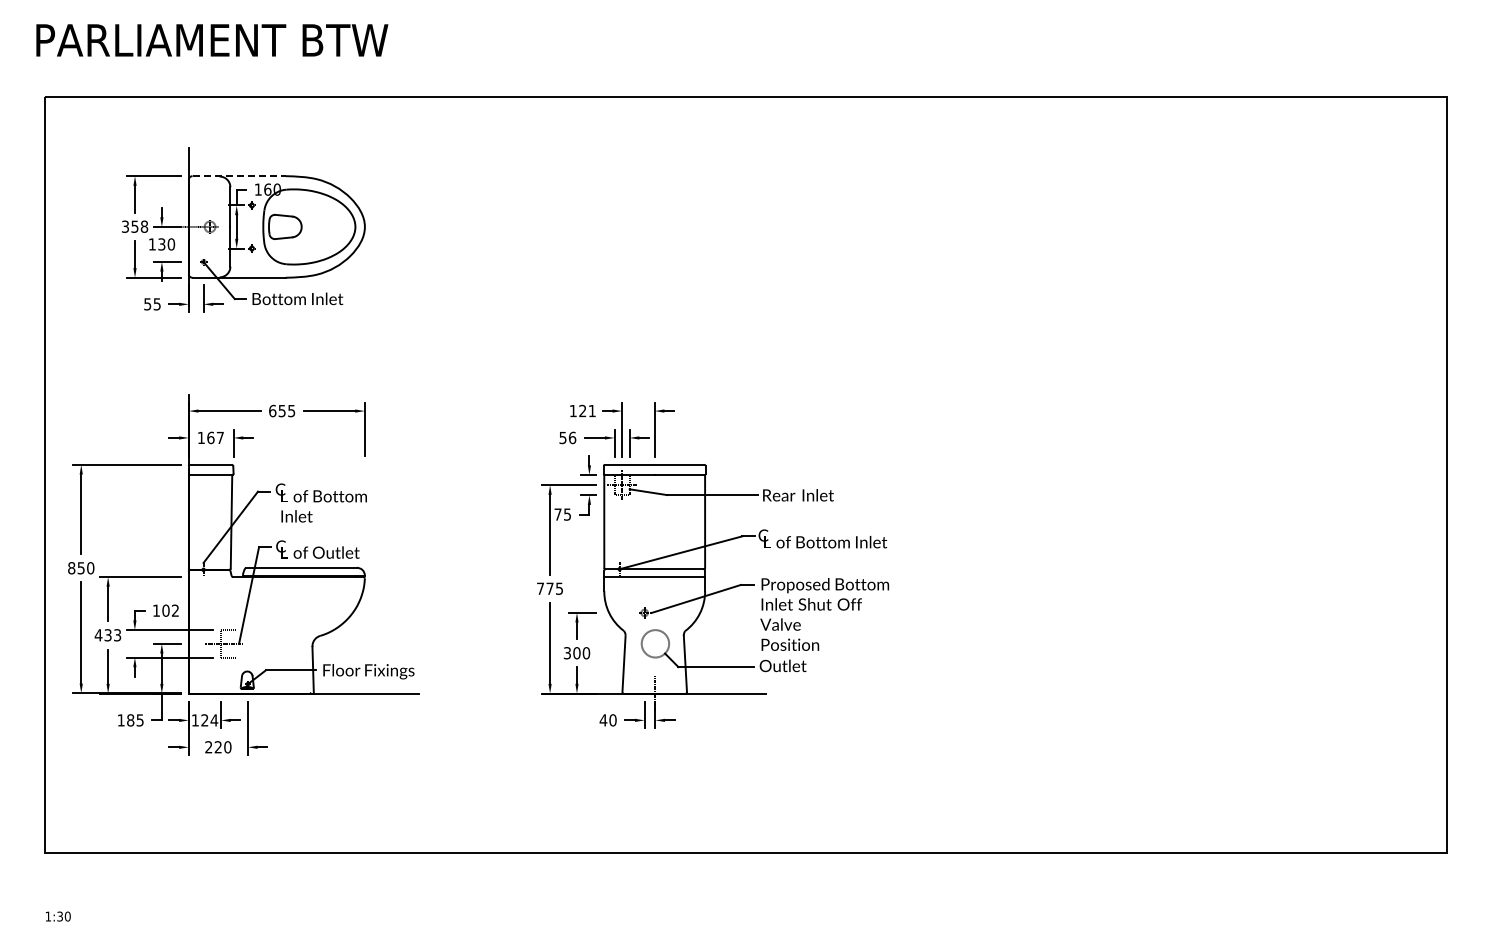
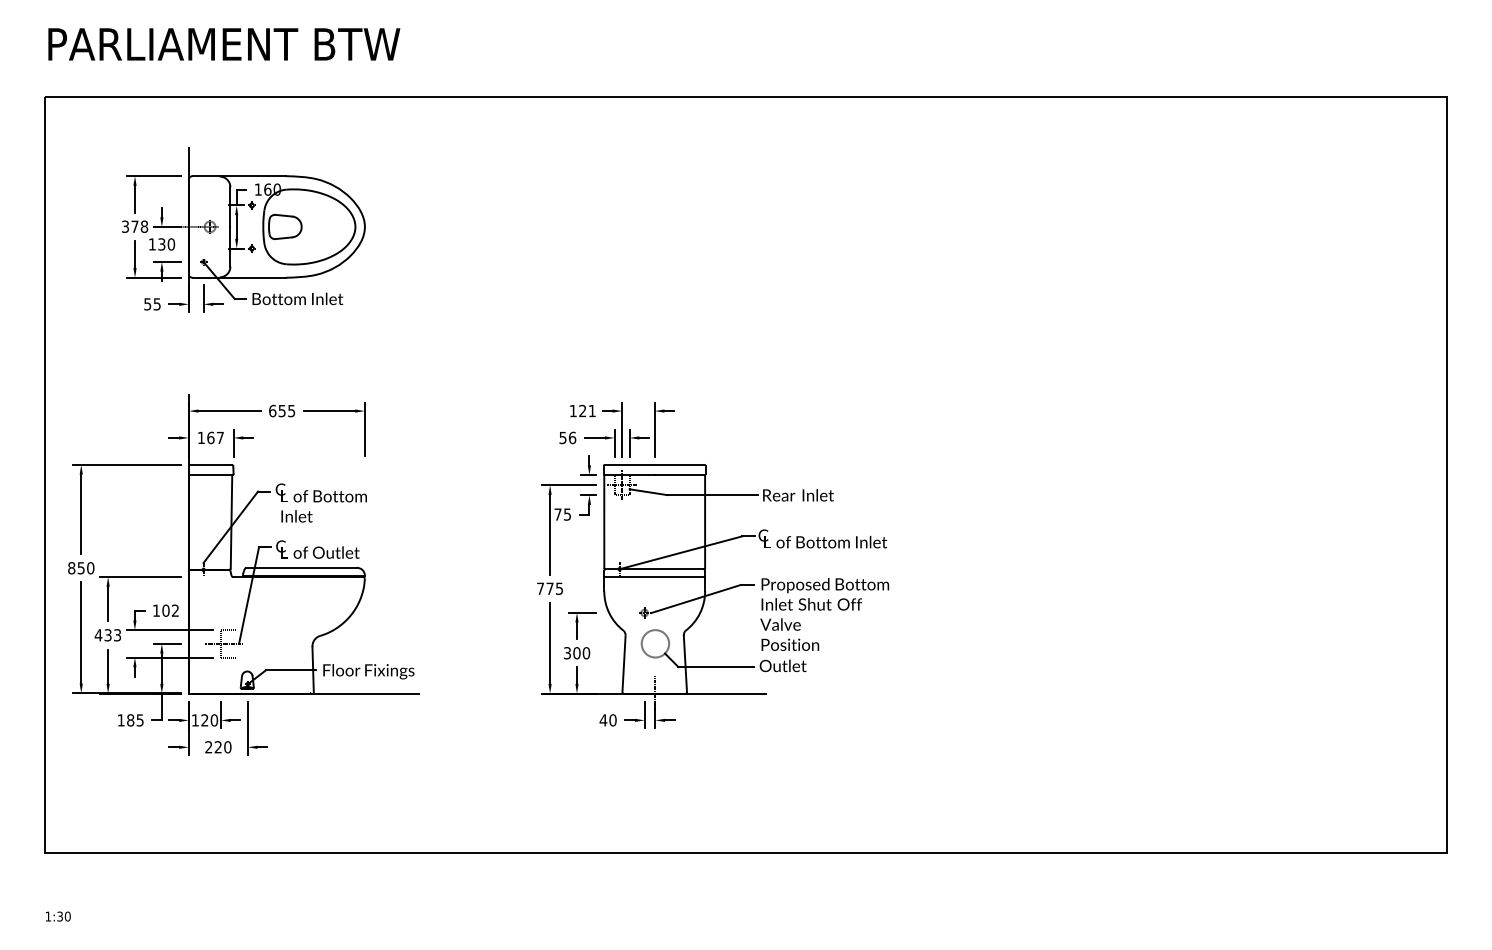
text at (212, 40) position: (212, 40) -> (224, 44)
line at (239, 176): dashed -> solid
text at (134, 226): 358 -> 378
text at (214, 720): 124 -> 120
